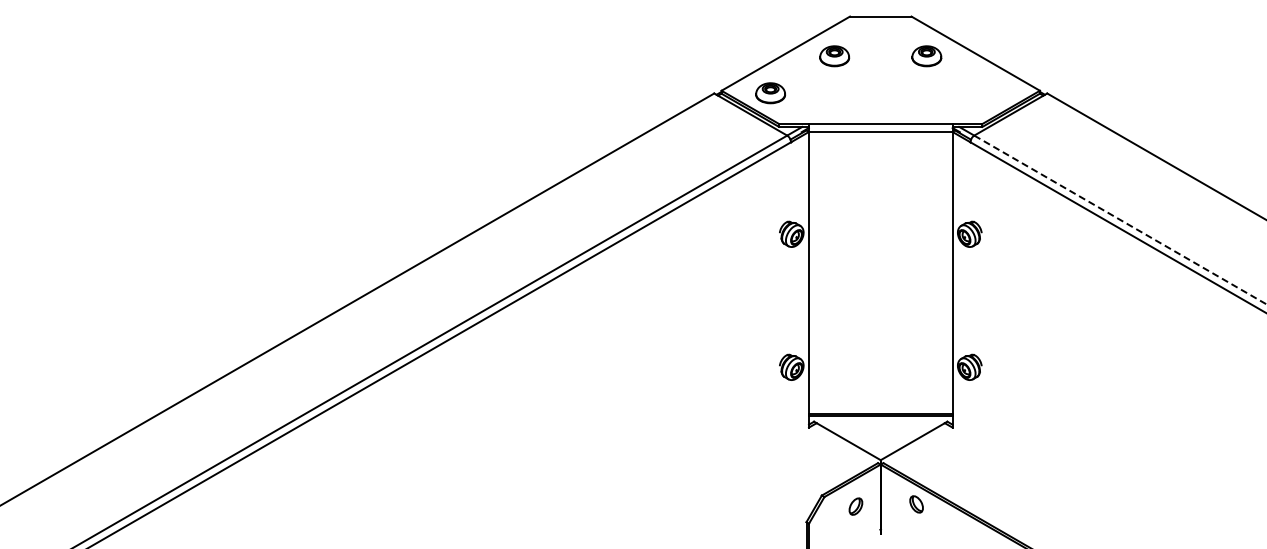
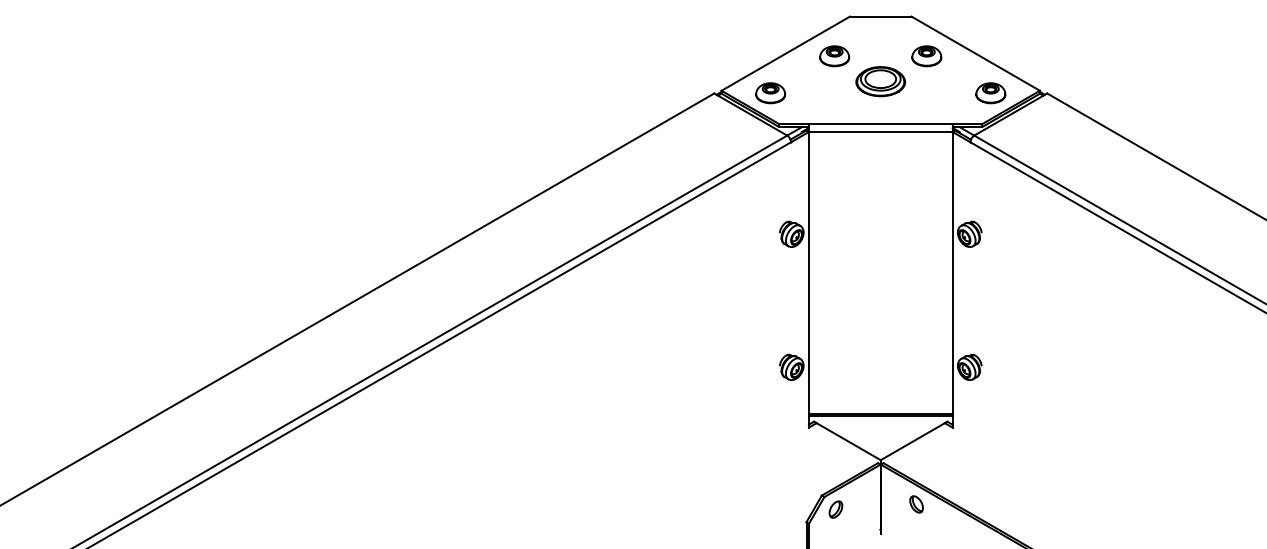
part at (880, 81): none -> present
part at (990, 93): none -> present
line at (1120, 220): dashed -> solid
part at (855, 506) position: (855, 506) -> (835, 509)
